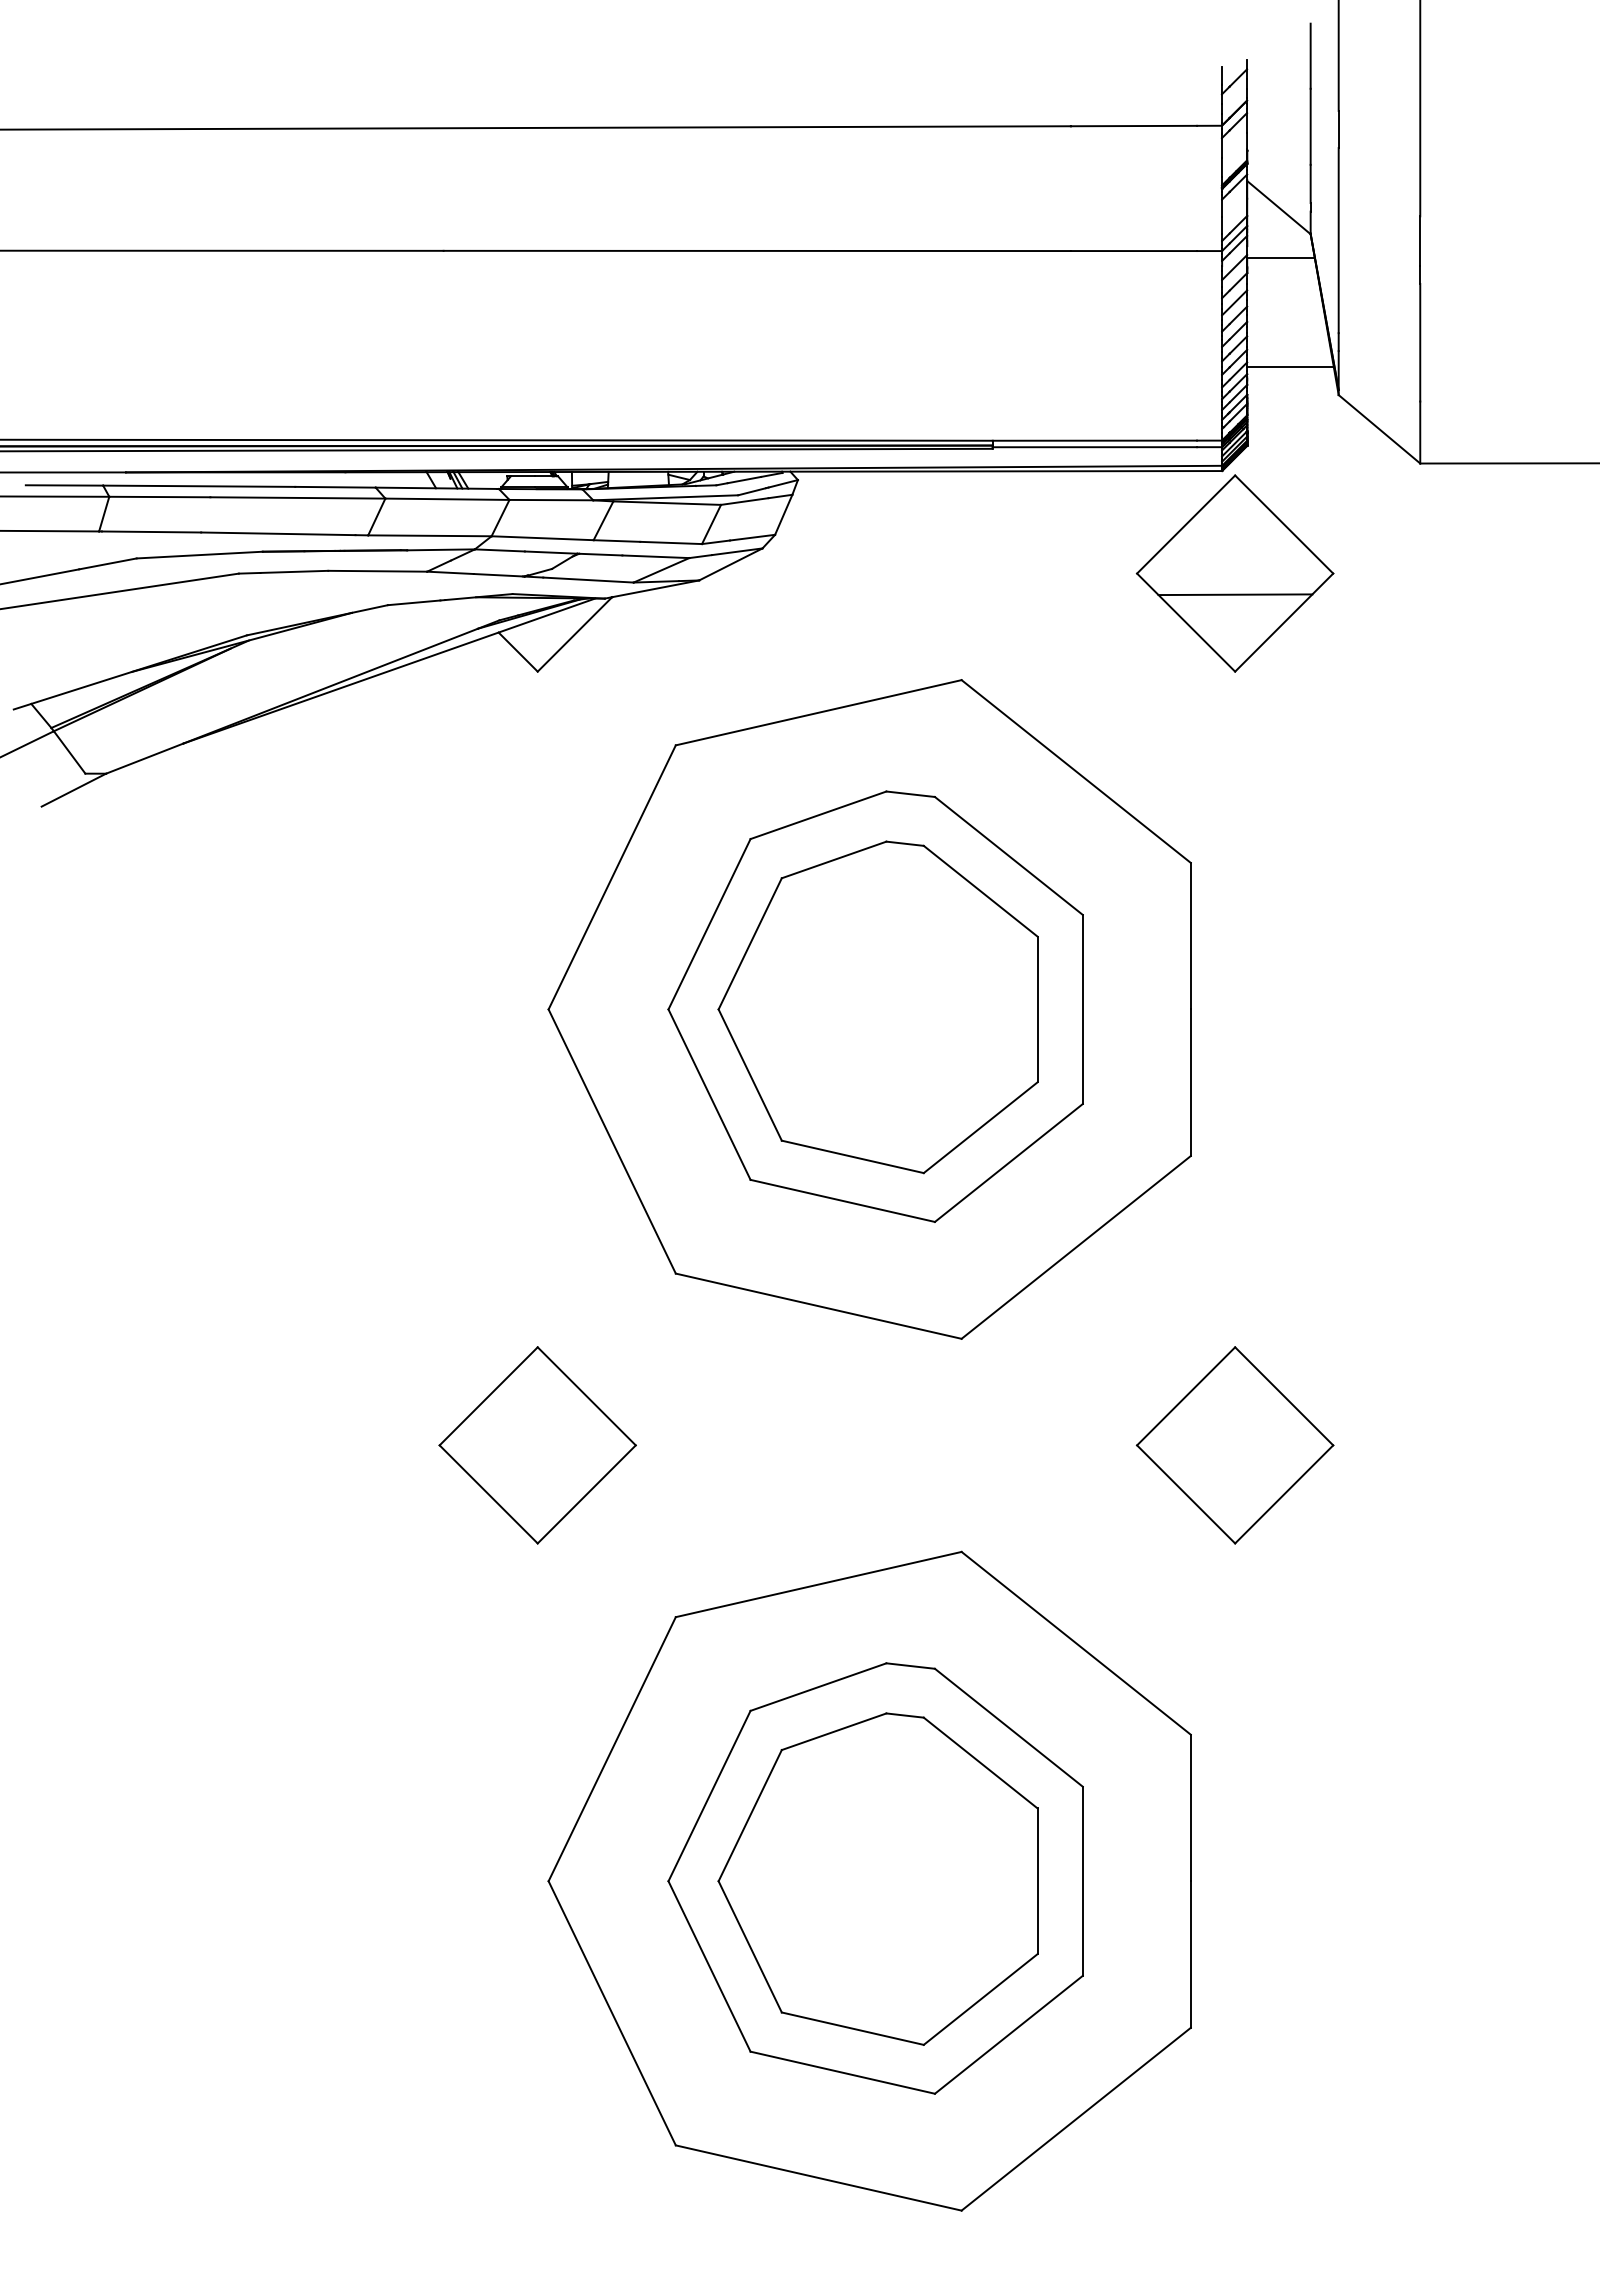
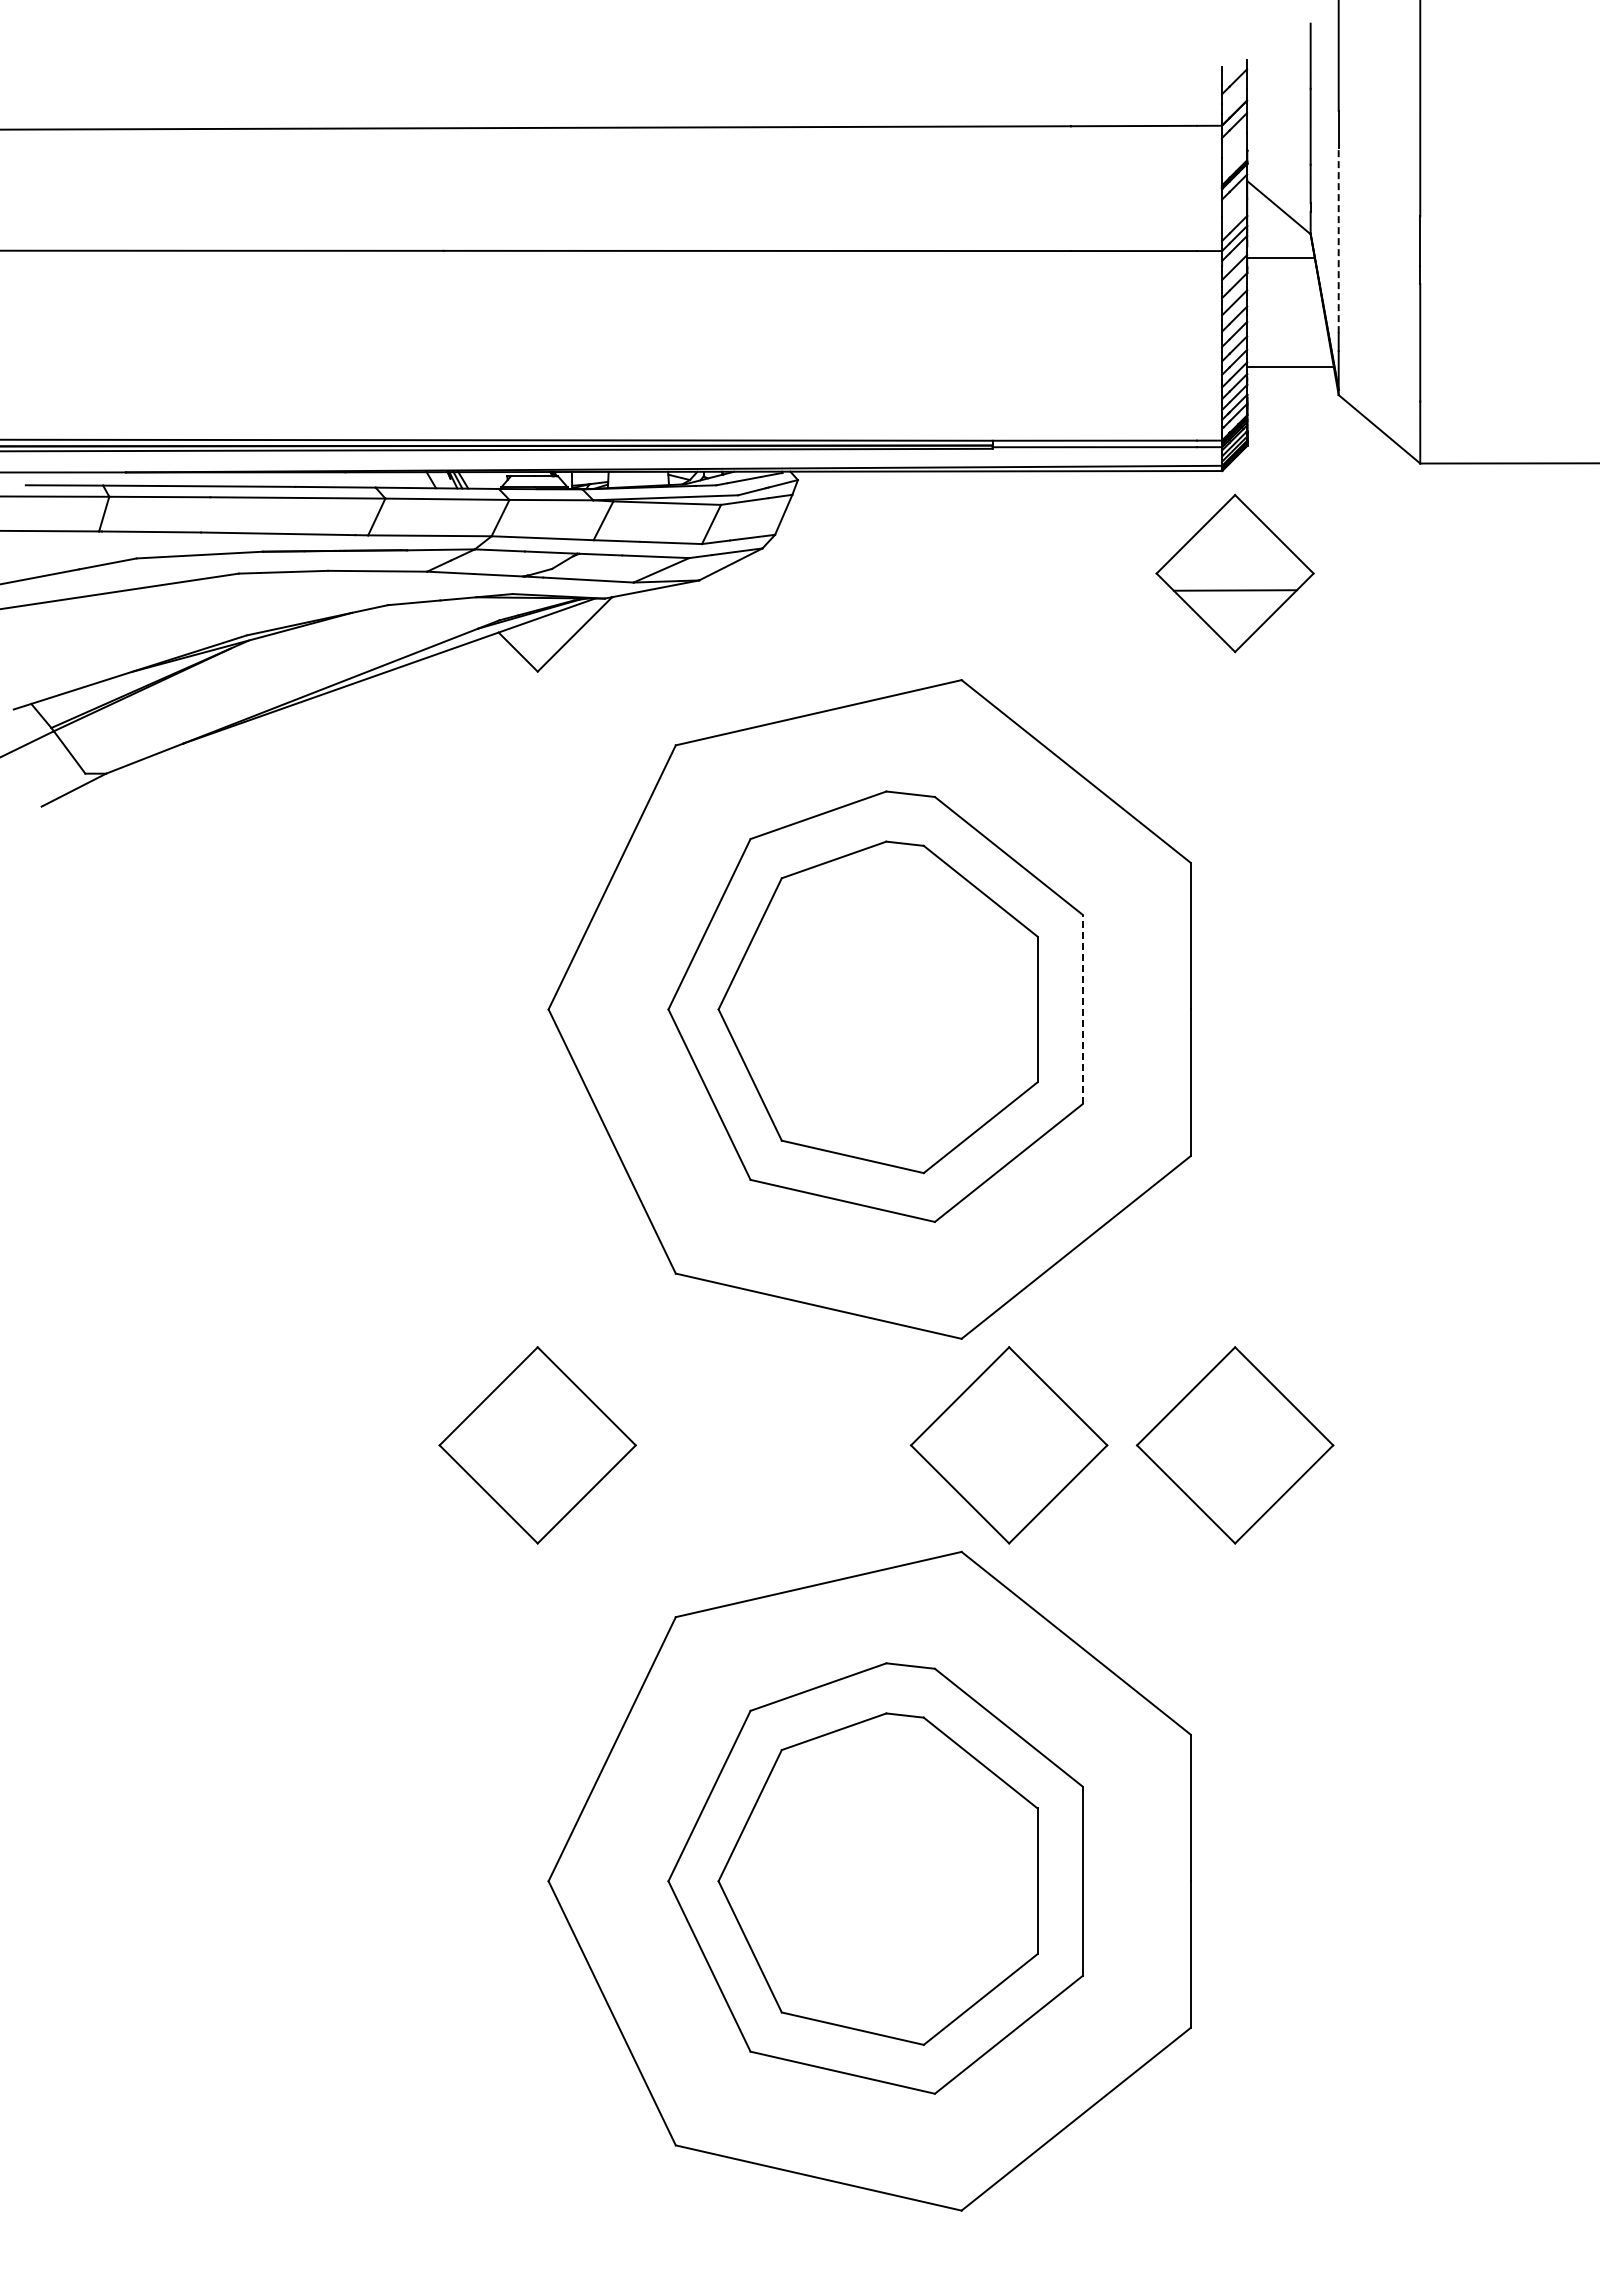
line at (1338, 240): solid -> dashed
part at (1234, 573) size: 200x199 px -> 160x161 px
line at (1082, 1009): solid -> dashed
part at (1008, 1445): none -> present
